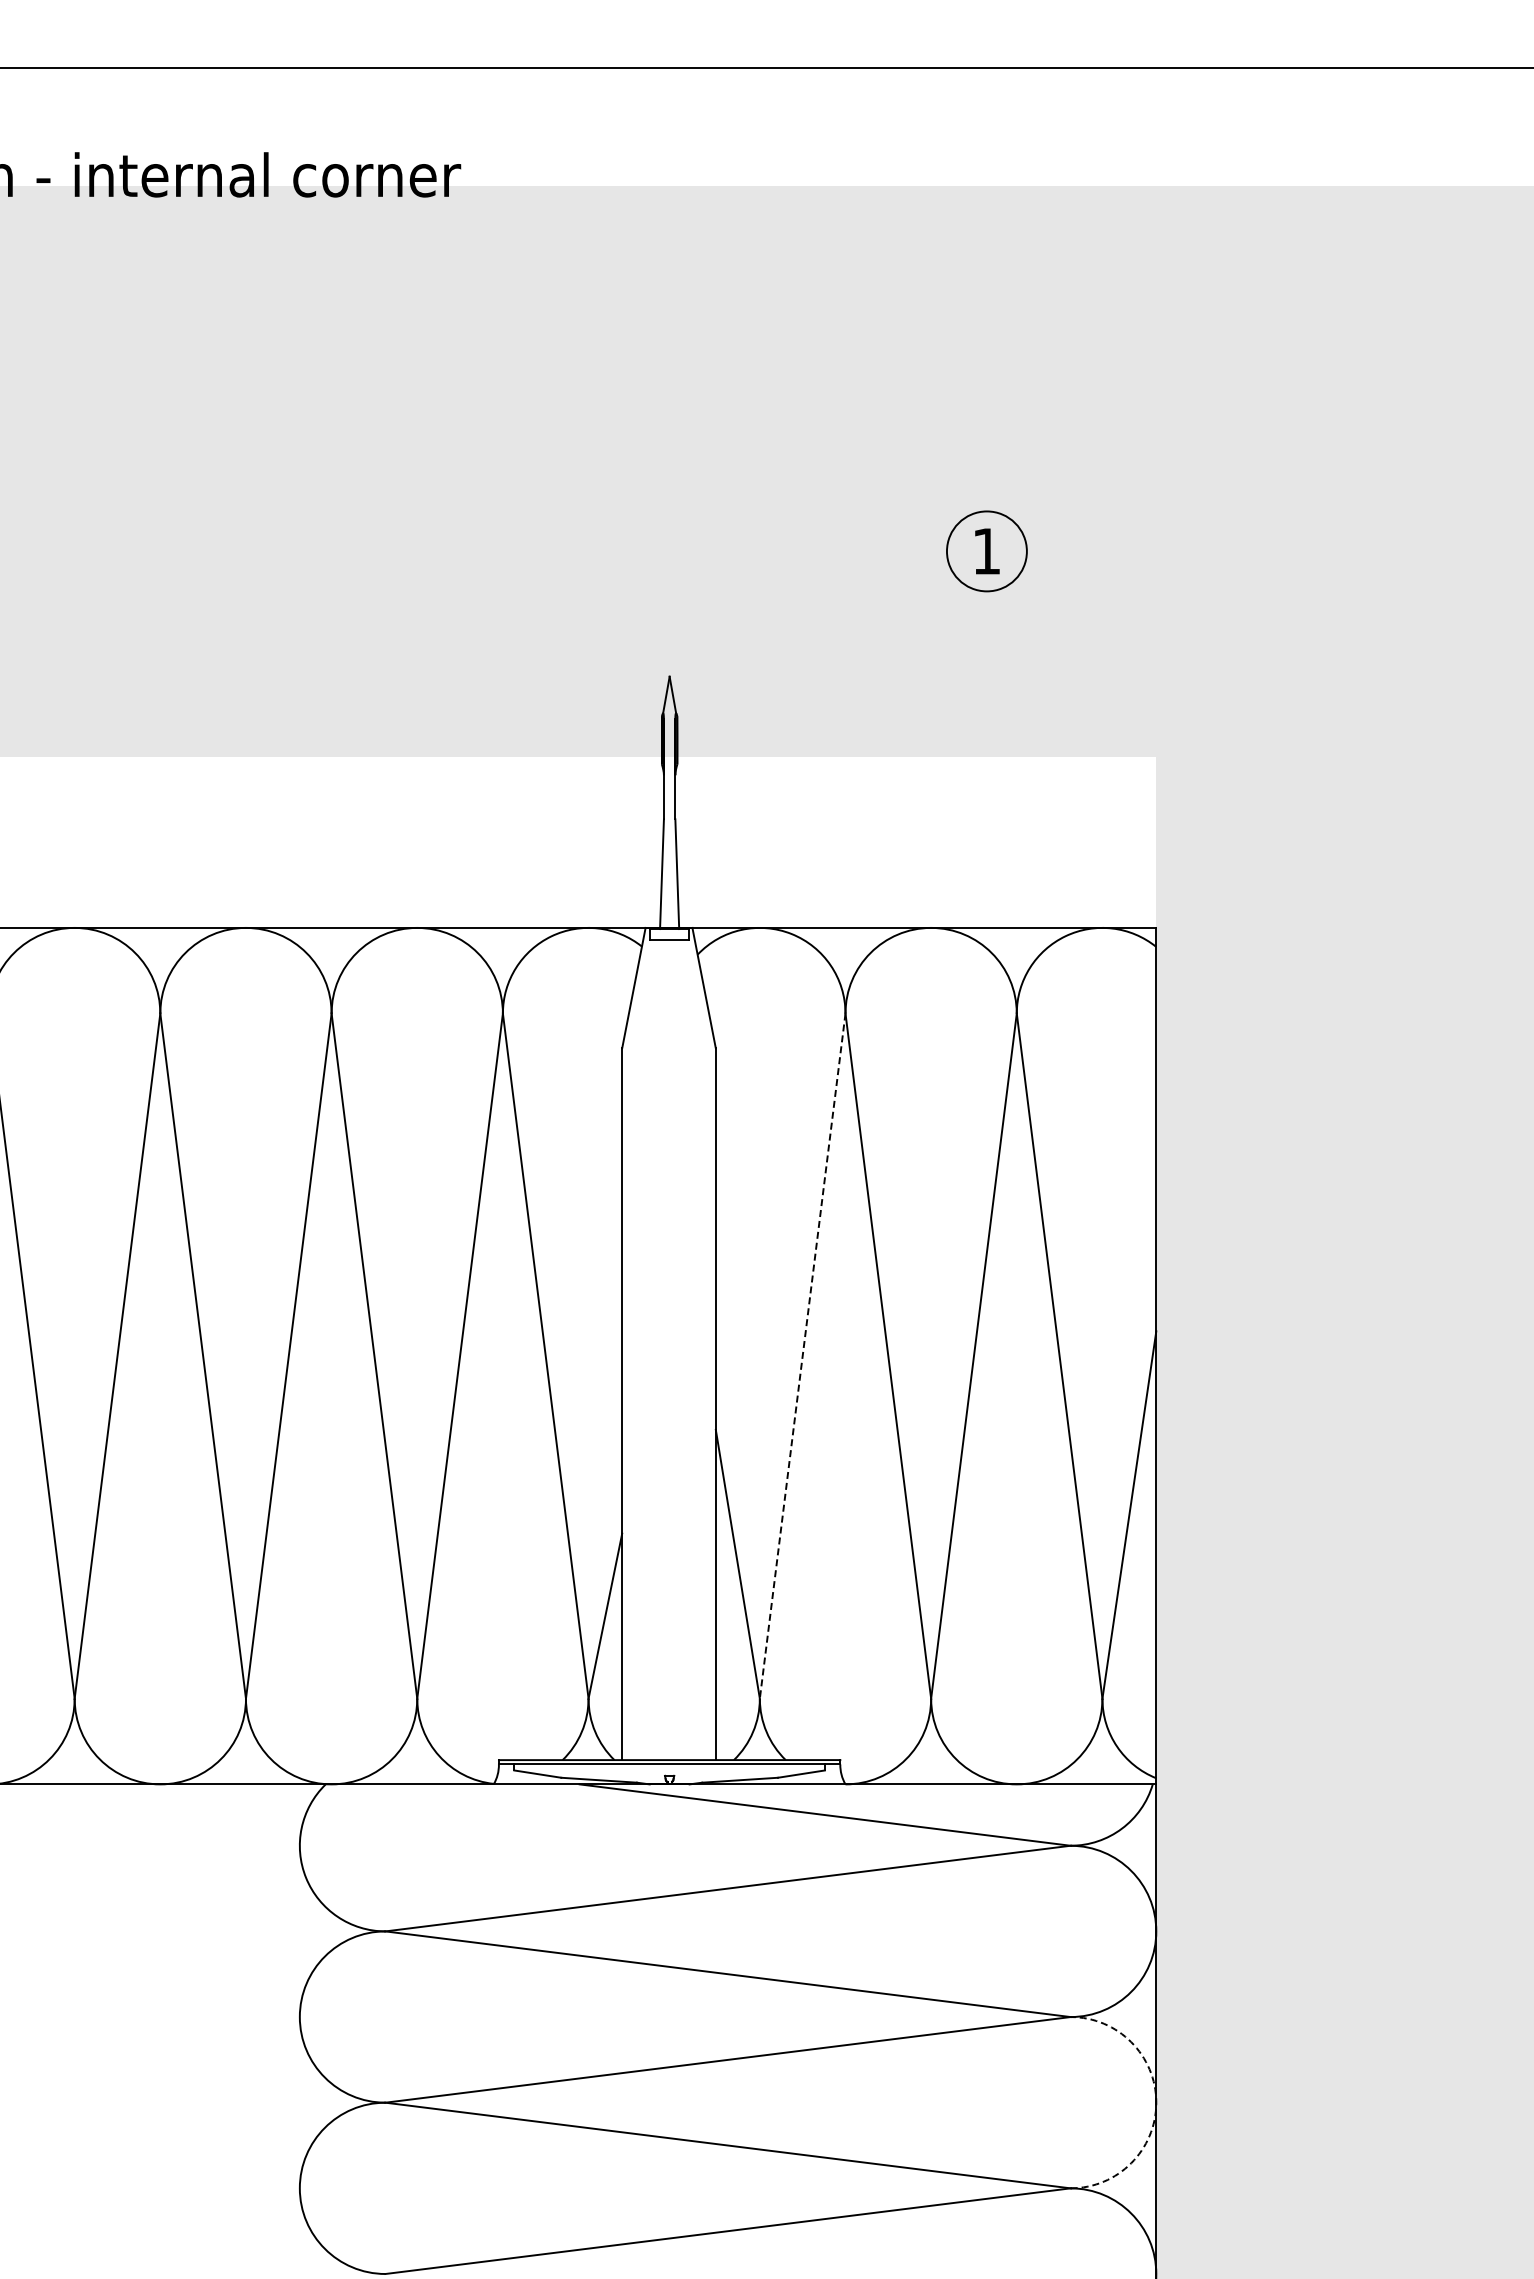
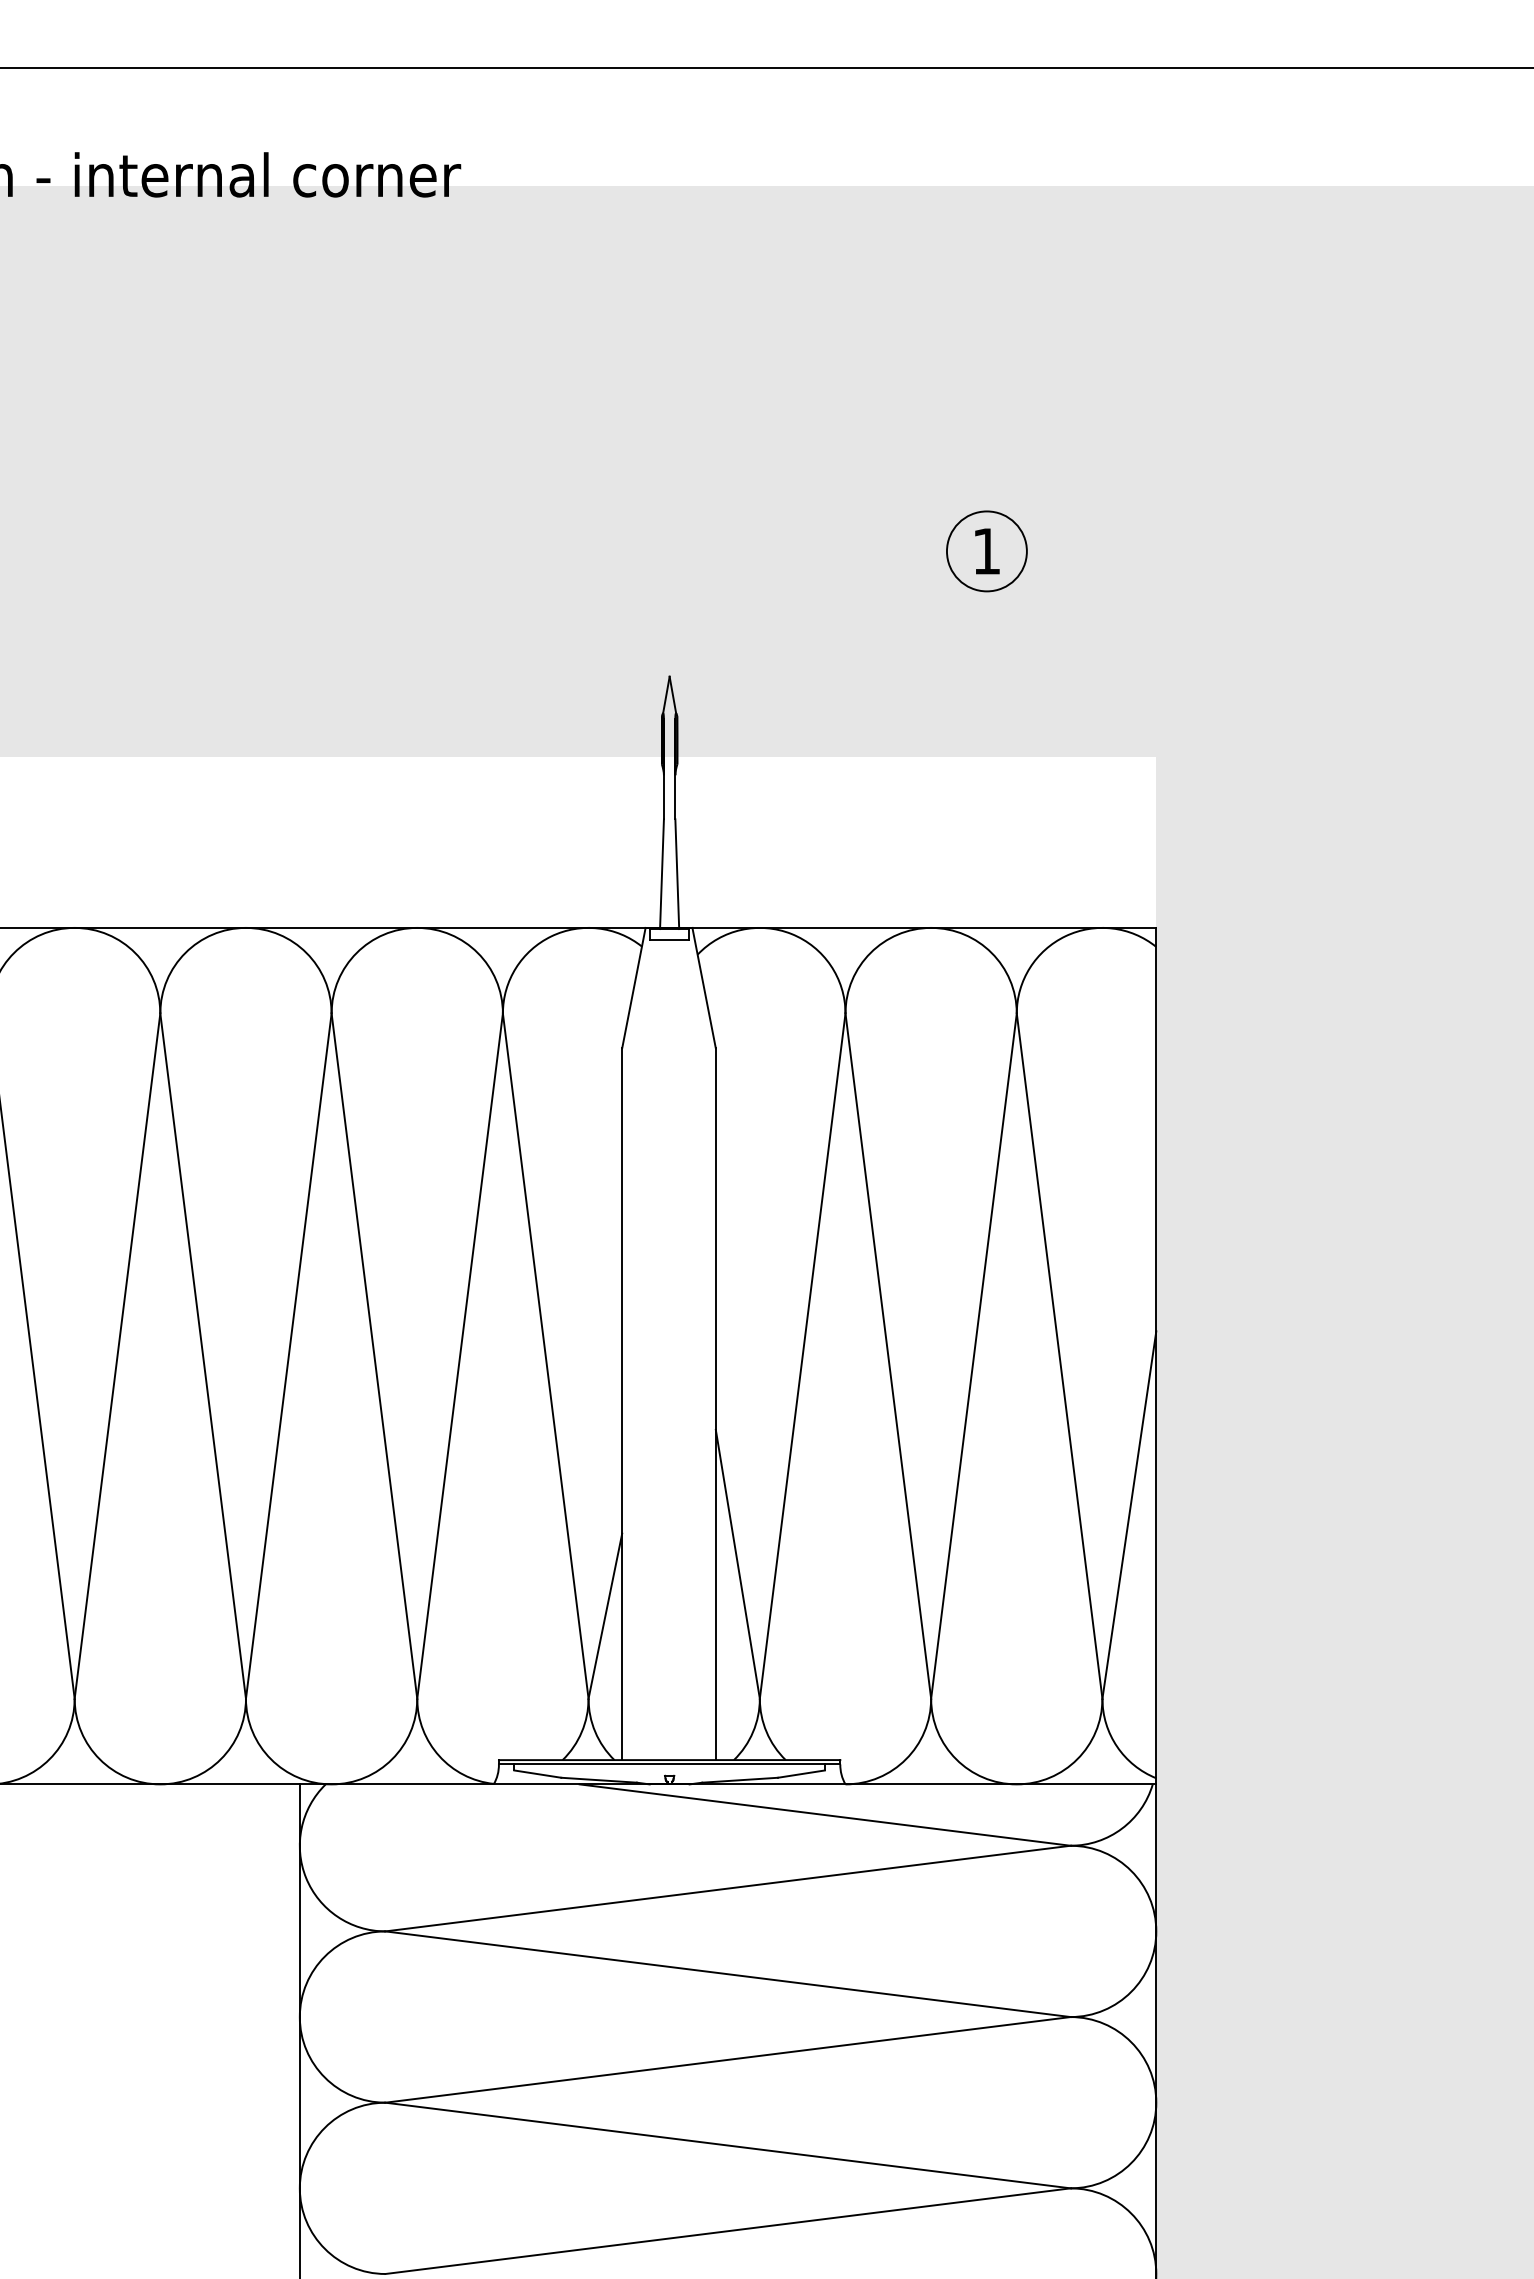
line at (802, 1356): dashed -> solid
line at (299, 2029): none -> present
arc at (1156, 2102): dashed -> solid
